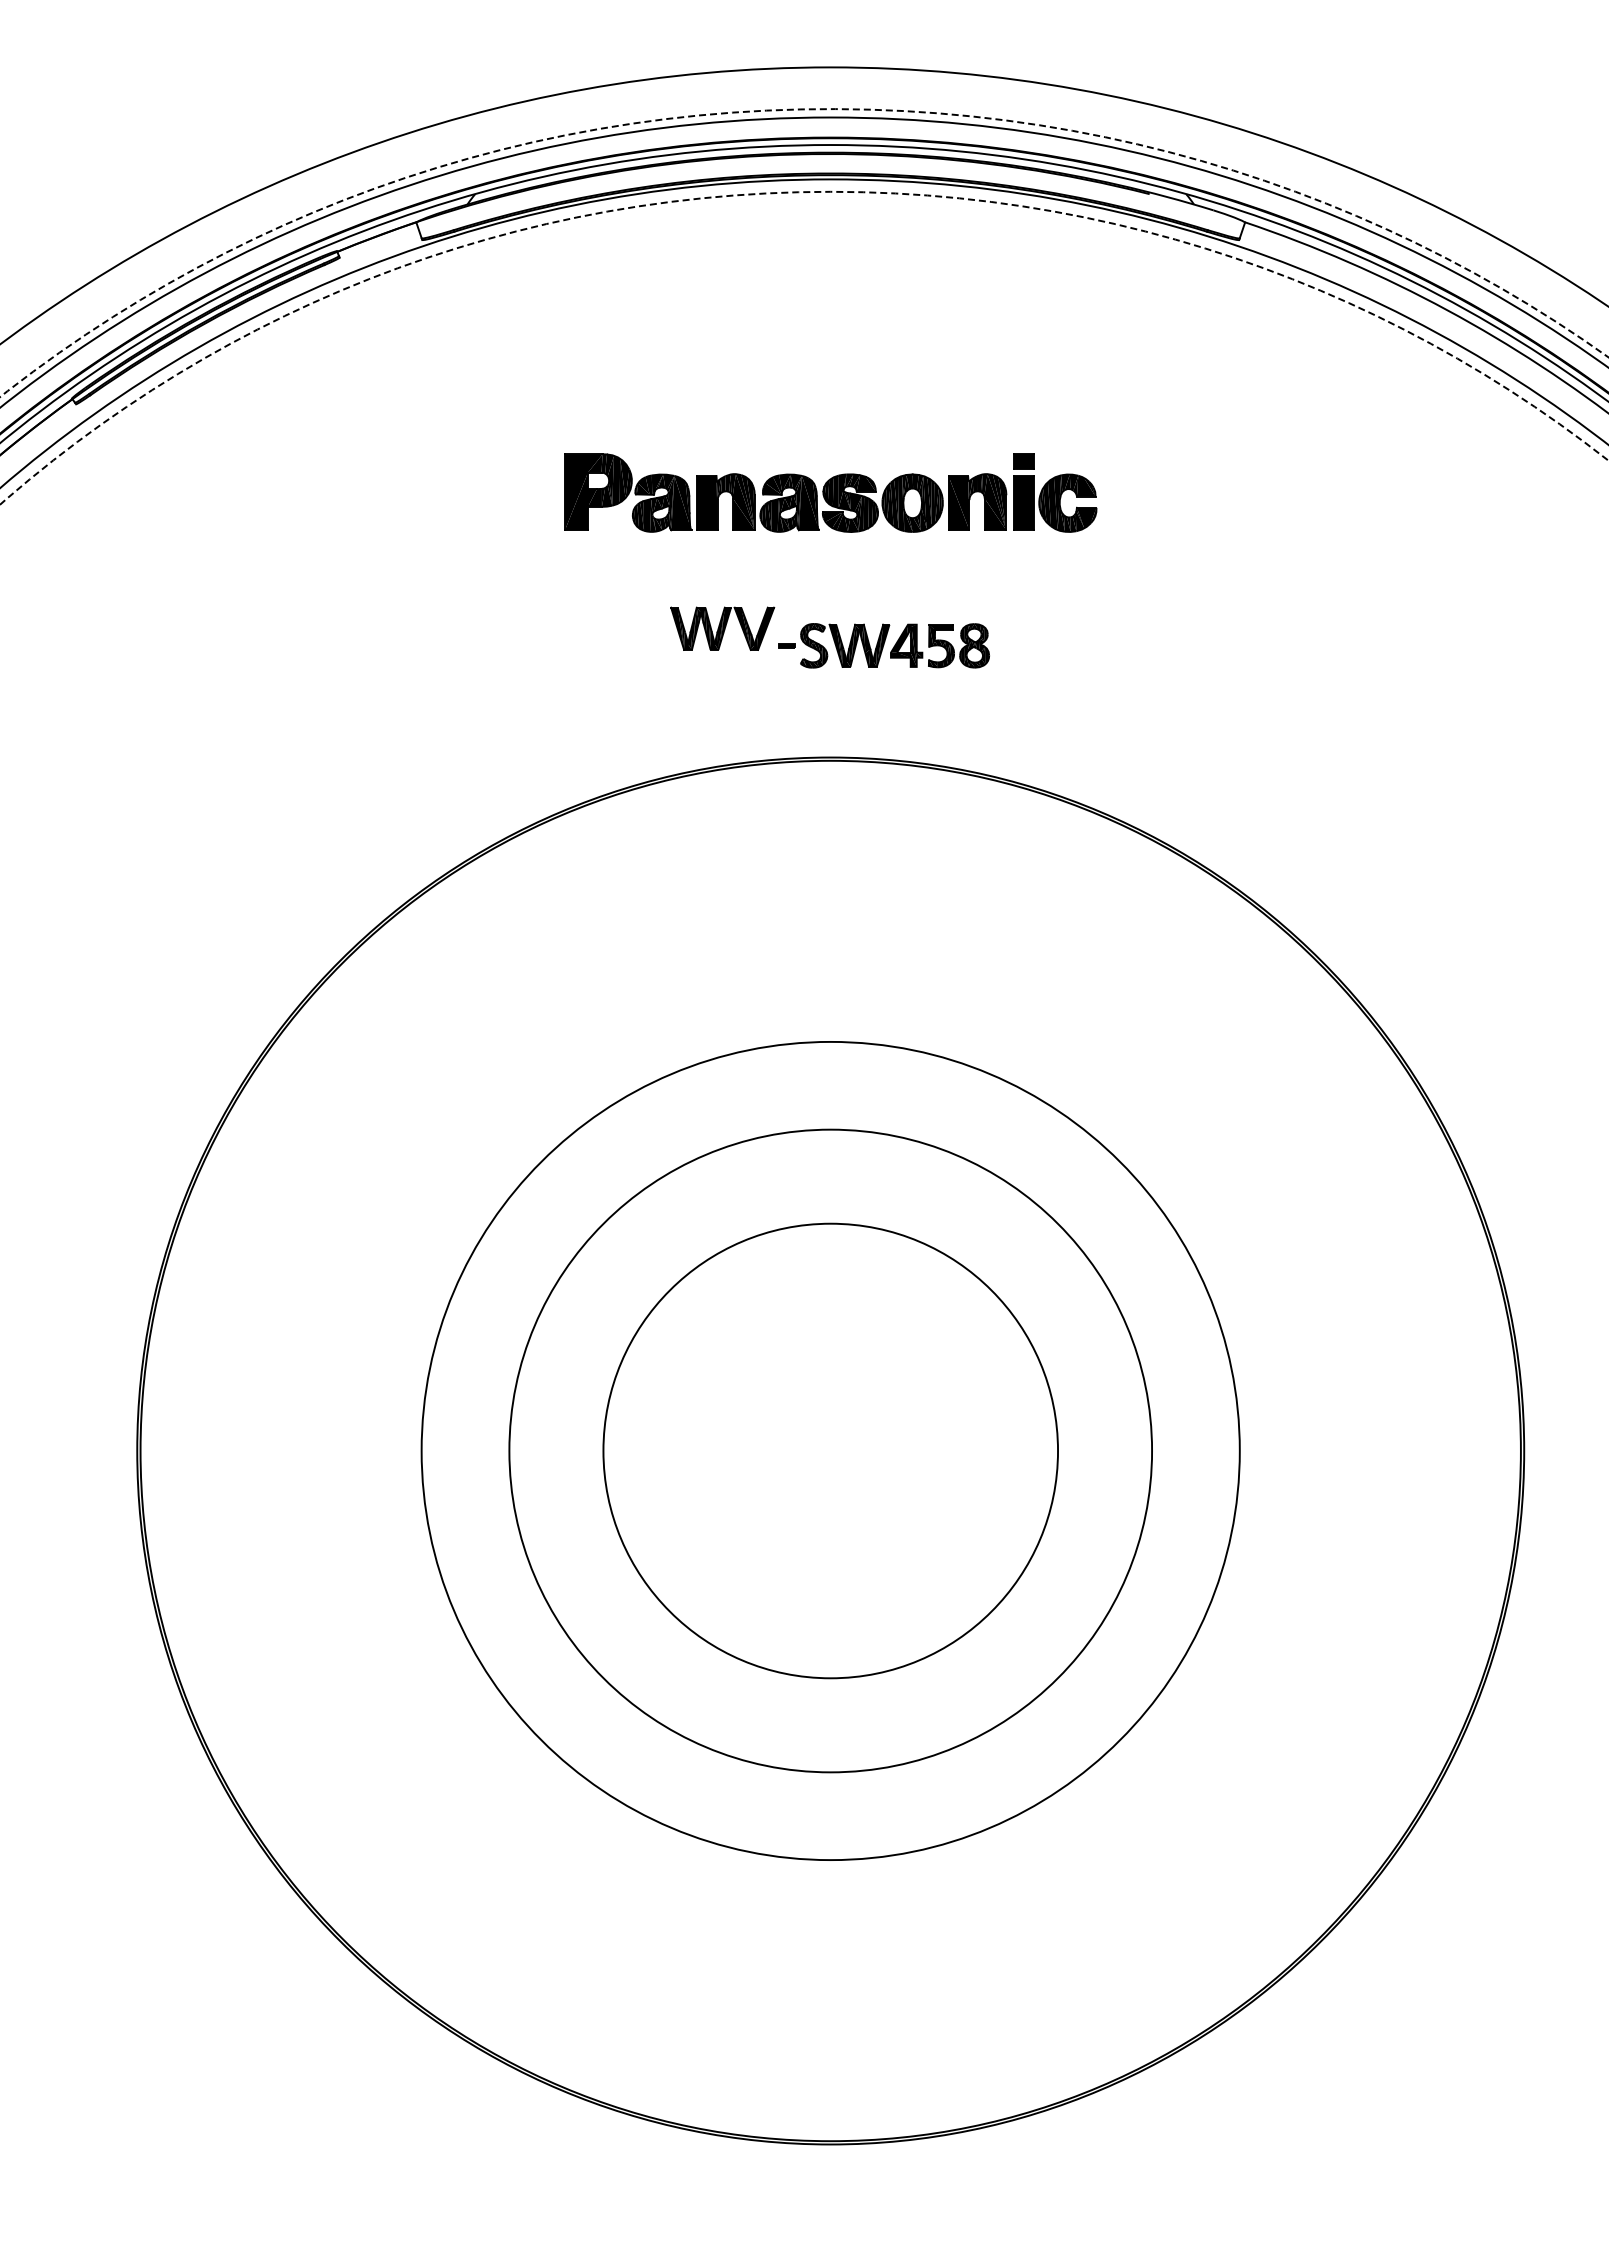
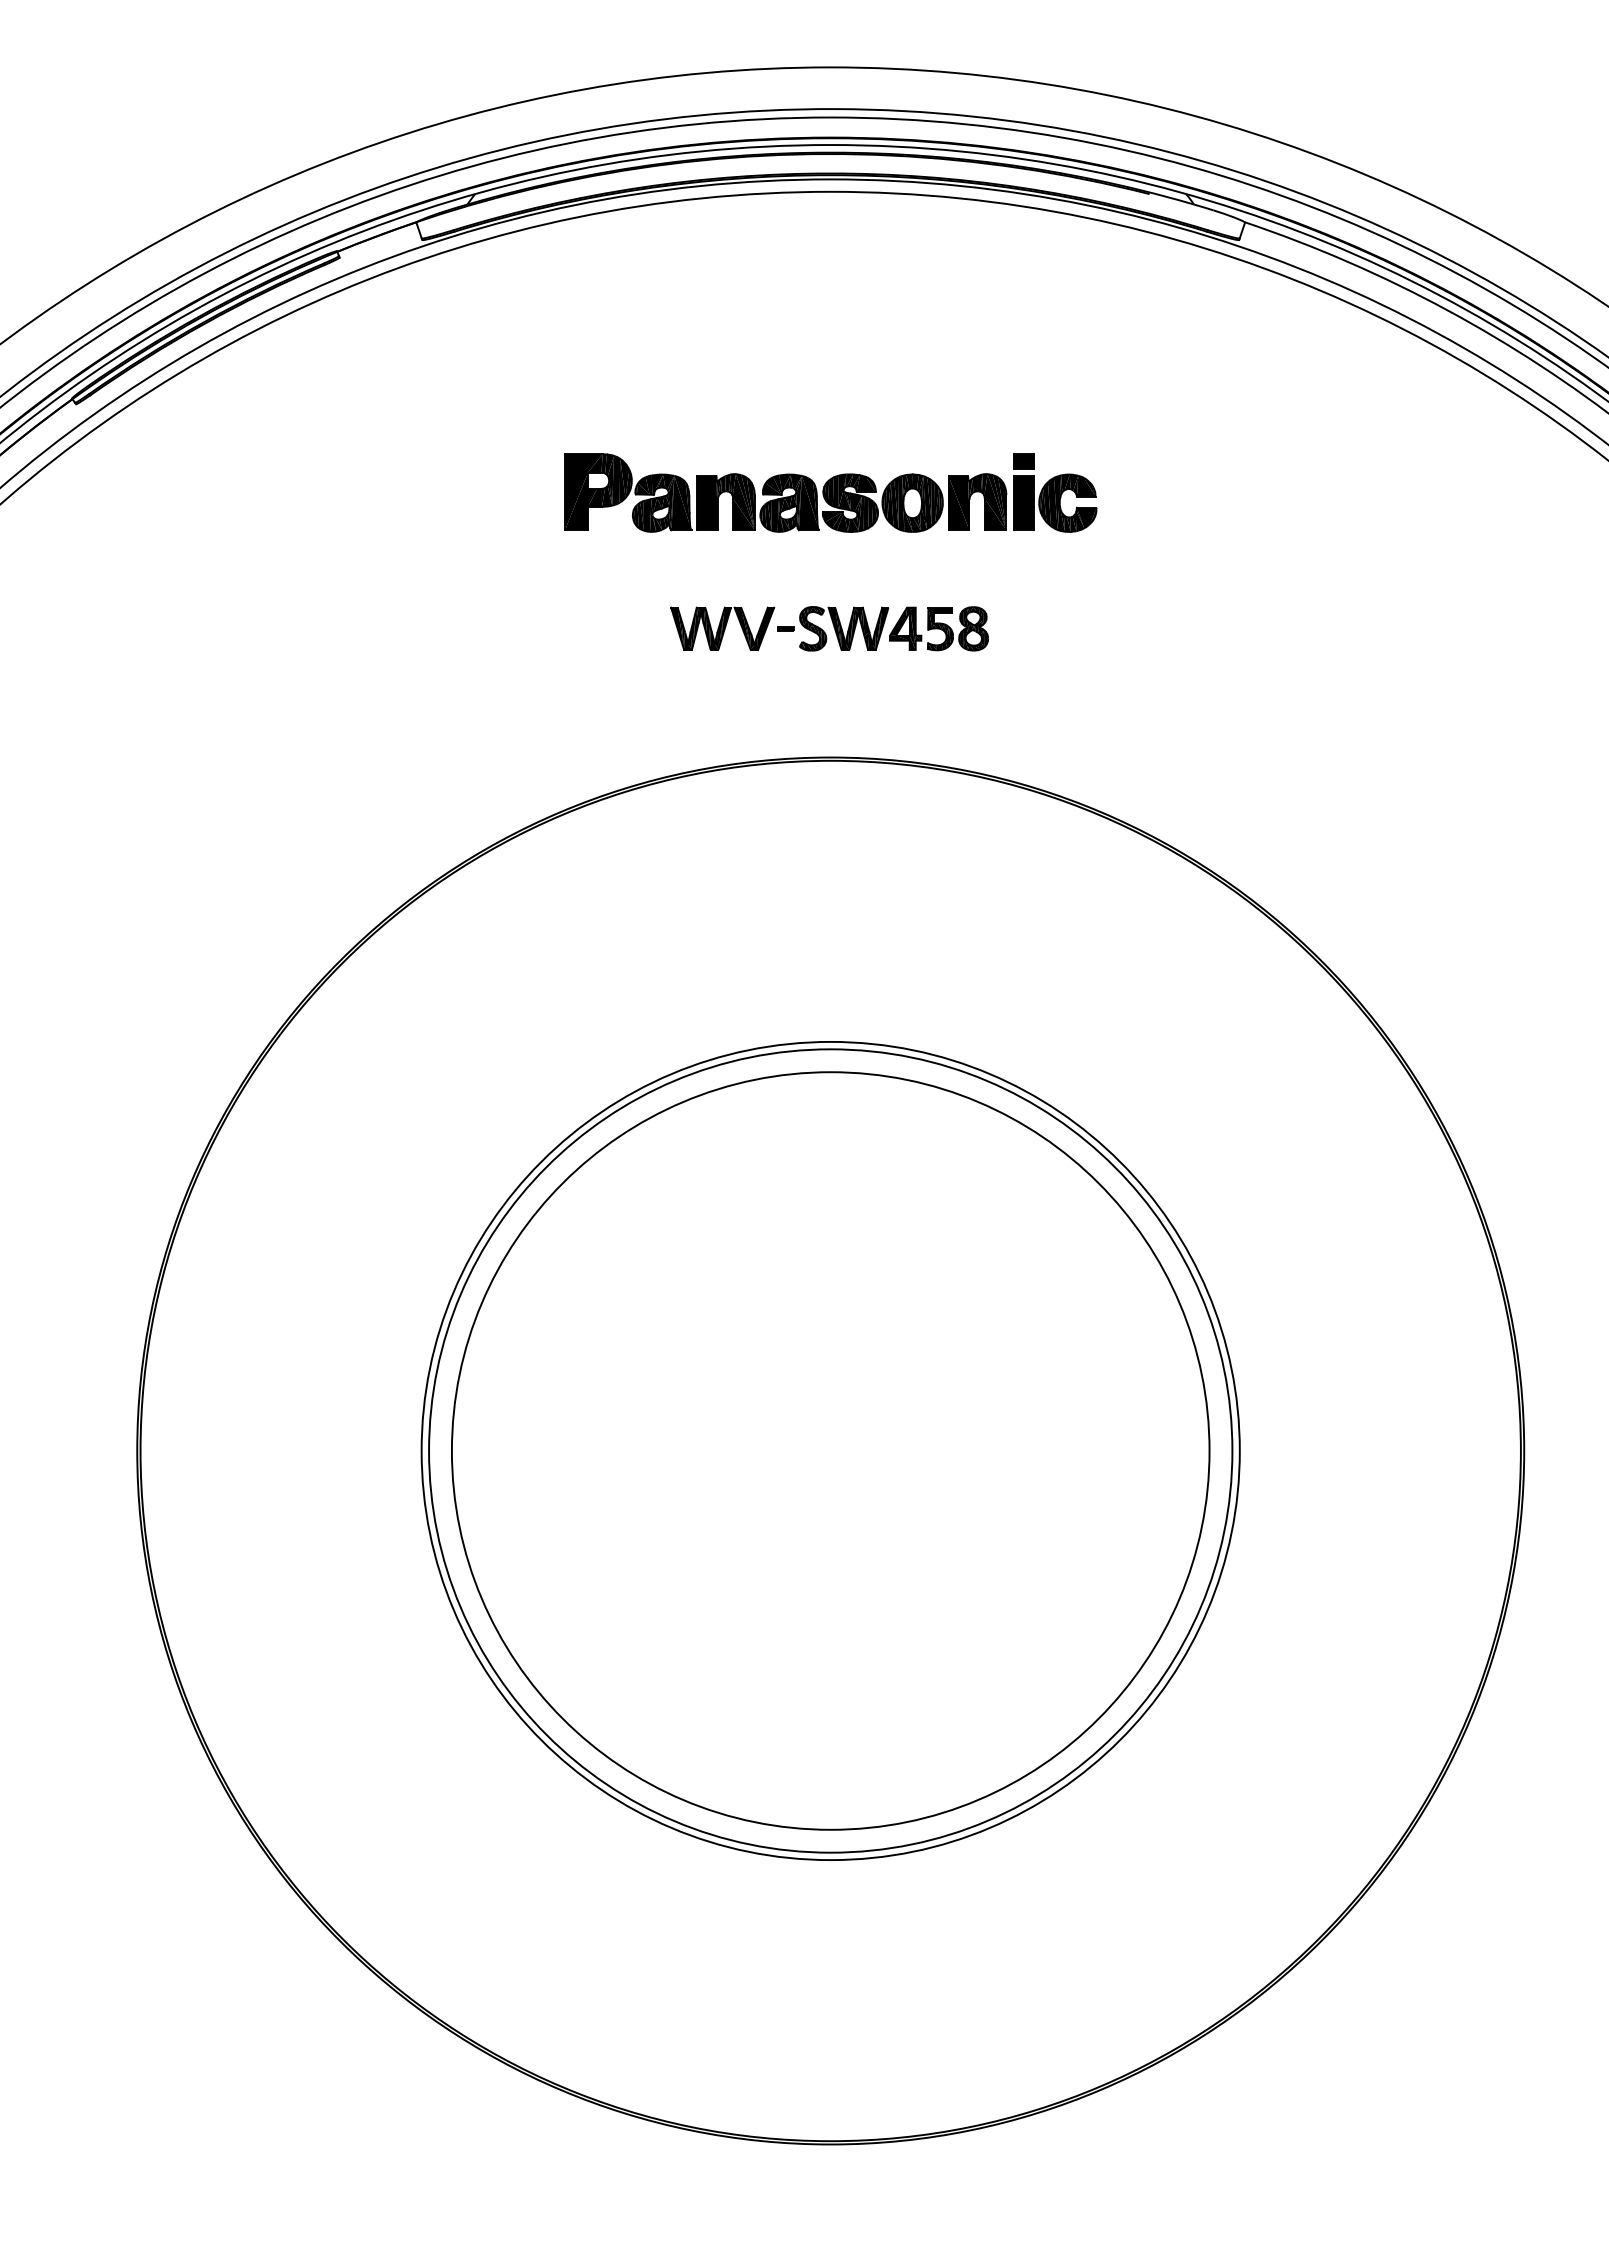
arc at (797, 109): dashed -> solid
circle at (804, 347): dashed -> solid
part at (883, 645) position: (883, 645) -> (882, 628)
circle at (830, 1450) diameter: 455 px -> 758 px
circle at (830, 1450) diameter: 643 px -> 803 px
